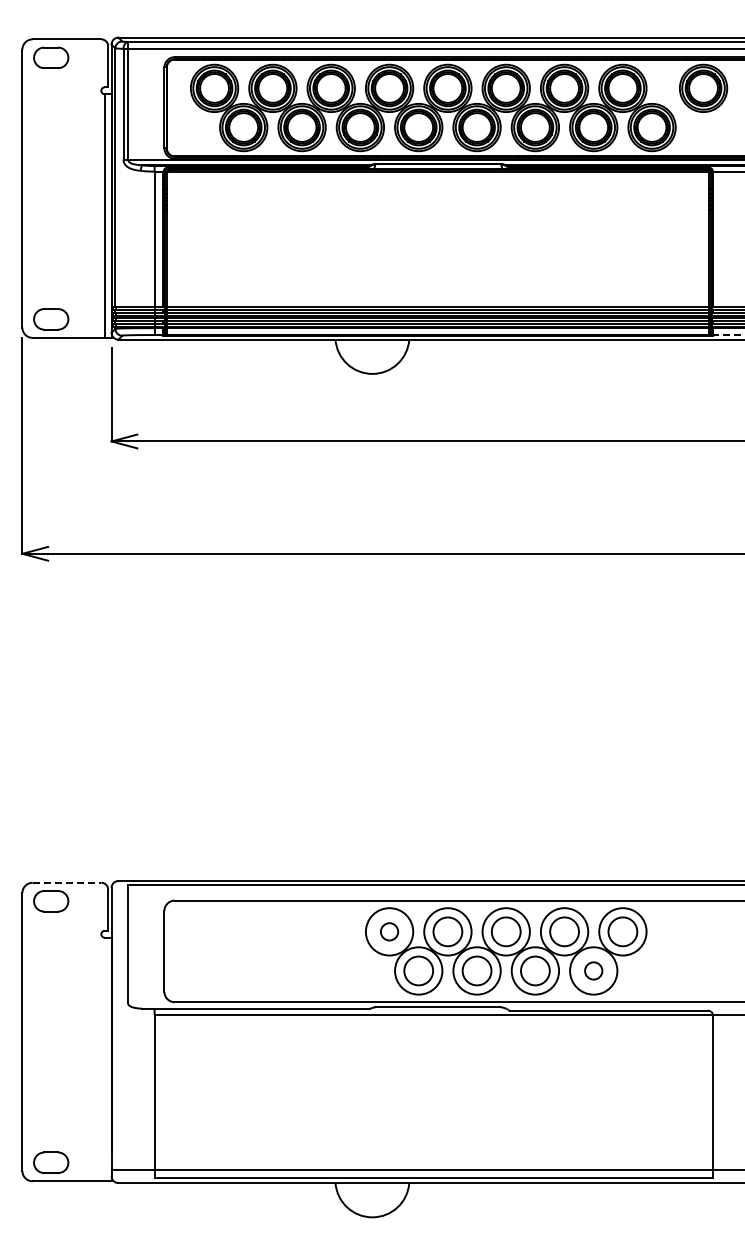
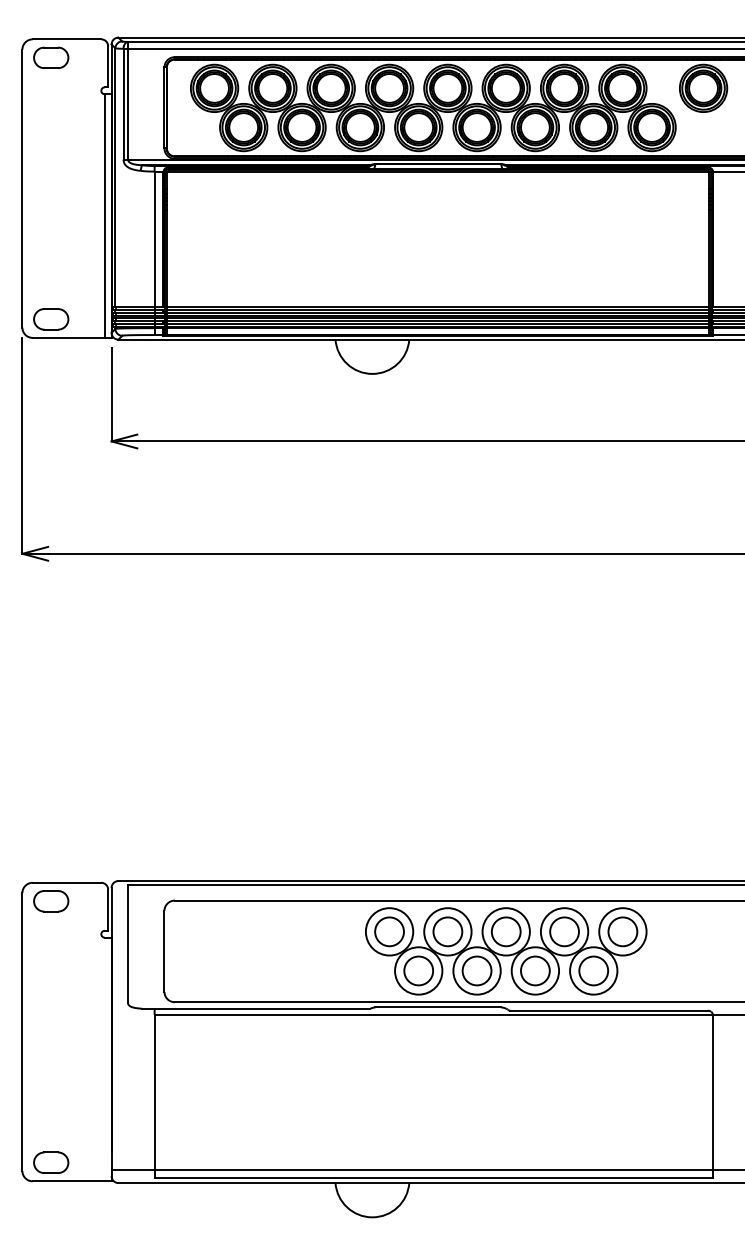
line at (728, 335): dashed -> solid
line at (67, 882): dashed -> solid
circle at (389, 931) diameter: 17 px -> 29 px
circle at (593, 970) diameter: 17 px -> 29 px
